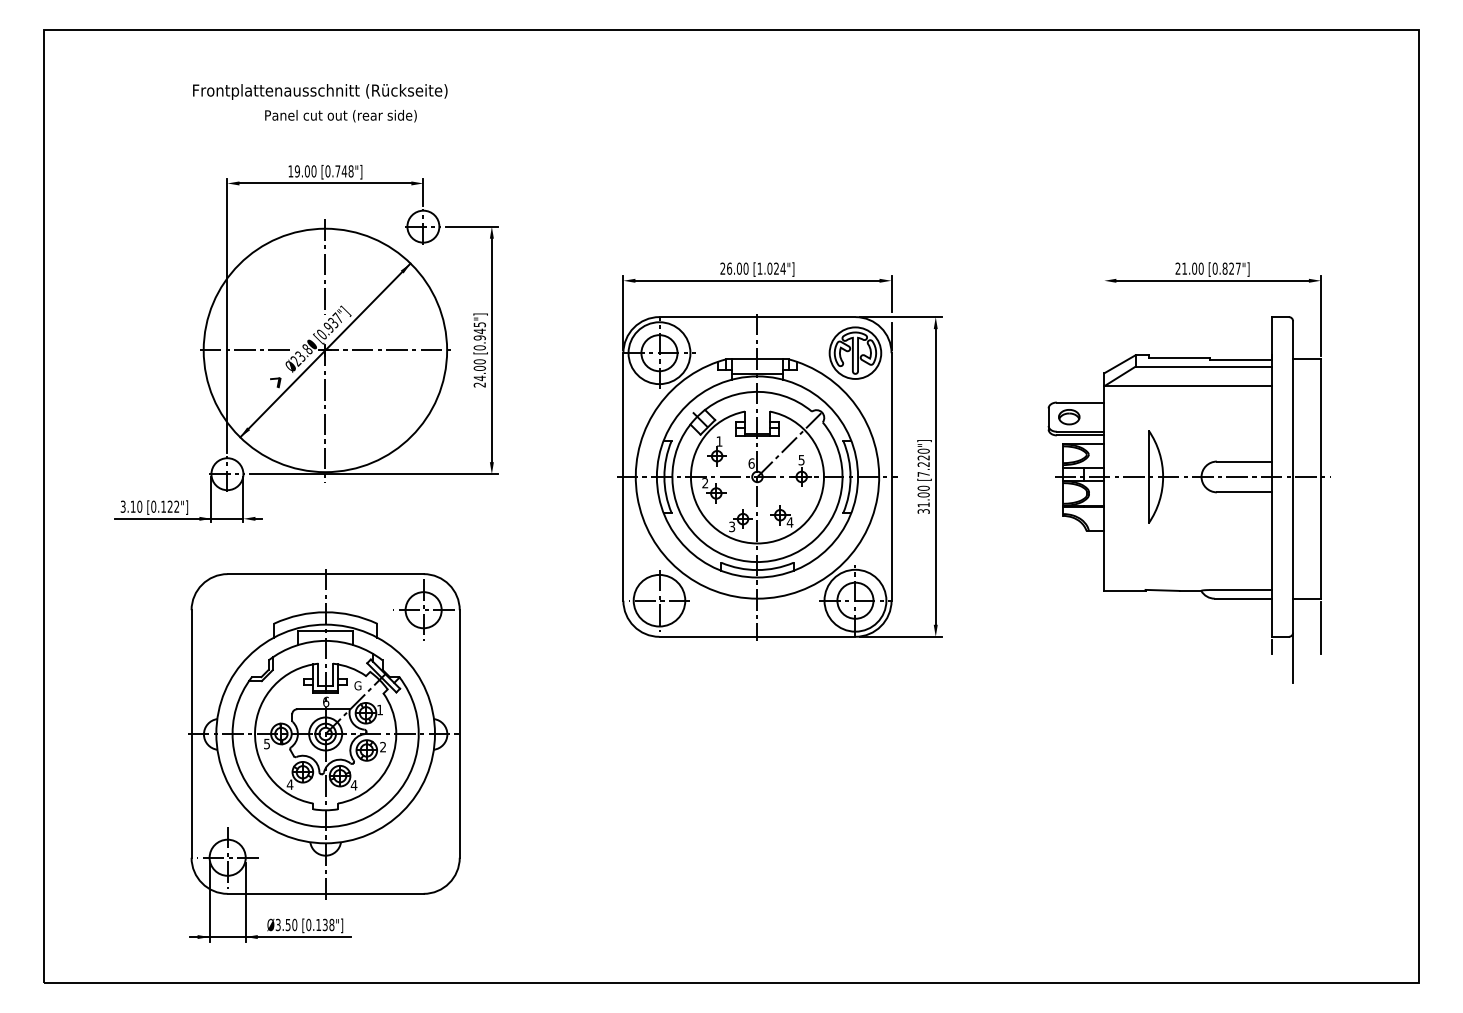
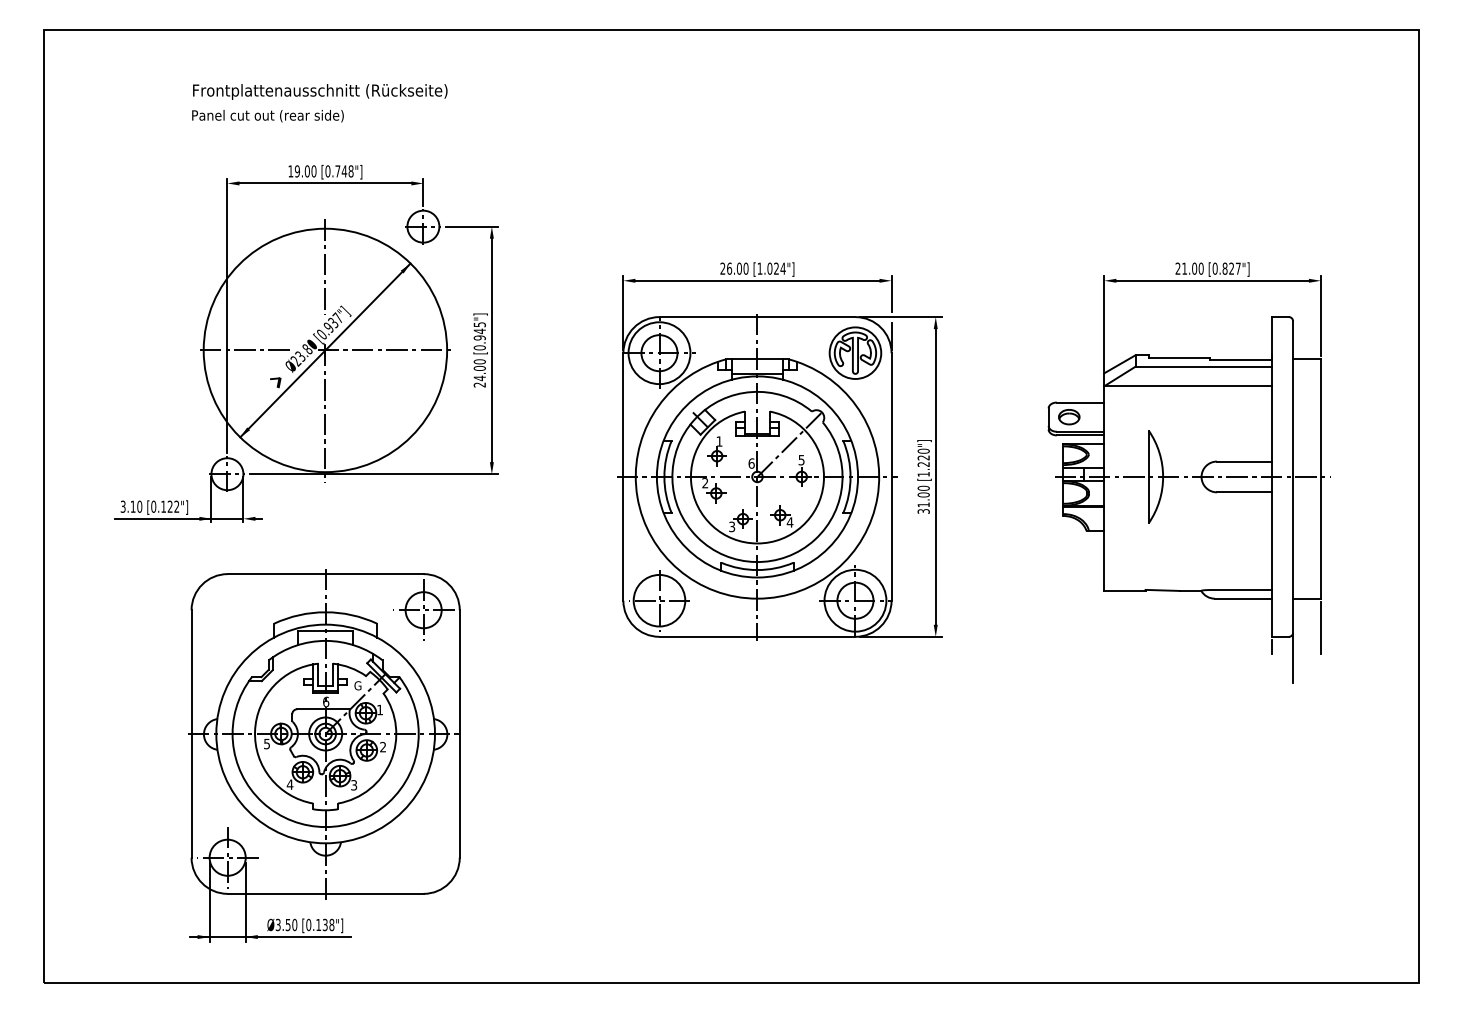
text at (340, 116) position: (340, 116) -> (267, 116)
line at (1104, 323): none -> present
text at (923, 474): [7.220"] -> [1.220"]
text at (353, 785): 4 -> 3
